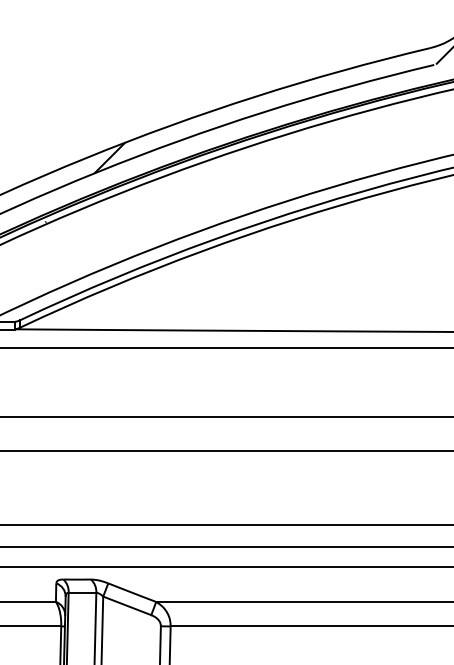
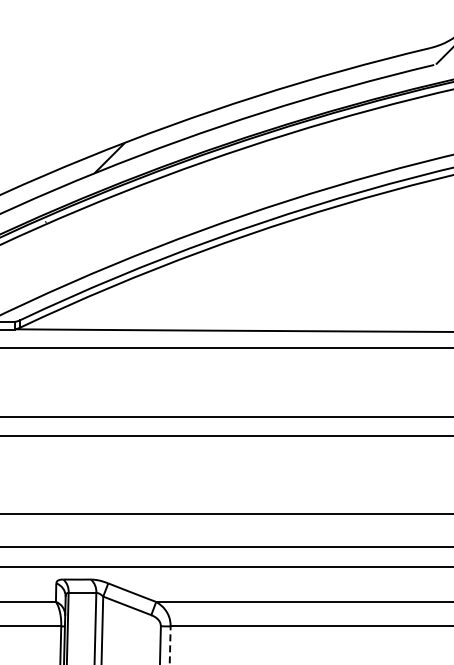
line at (226, 451) position: (226, 451) -> (226, 436)
line at (226, 524) position: (226, 524) -> (226, 513)
line at (170, 645): solid -> dashed
